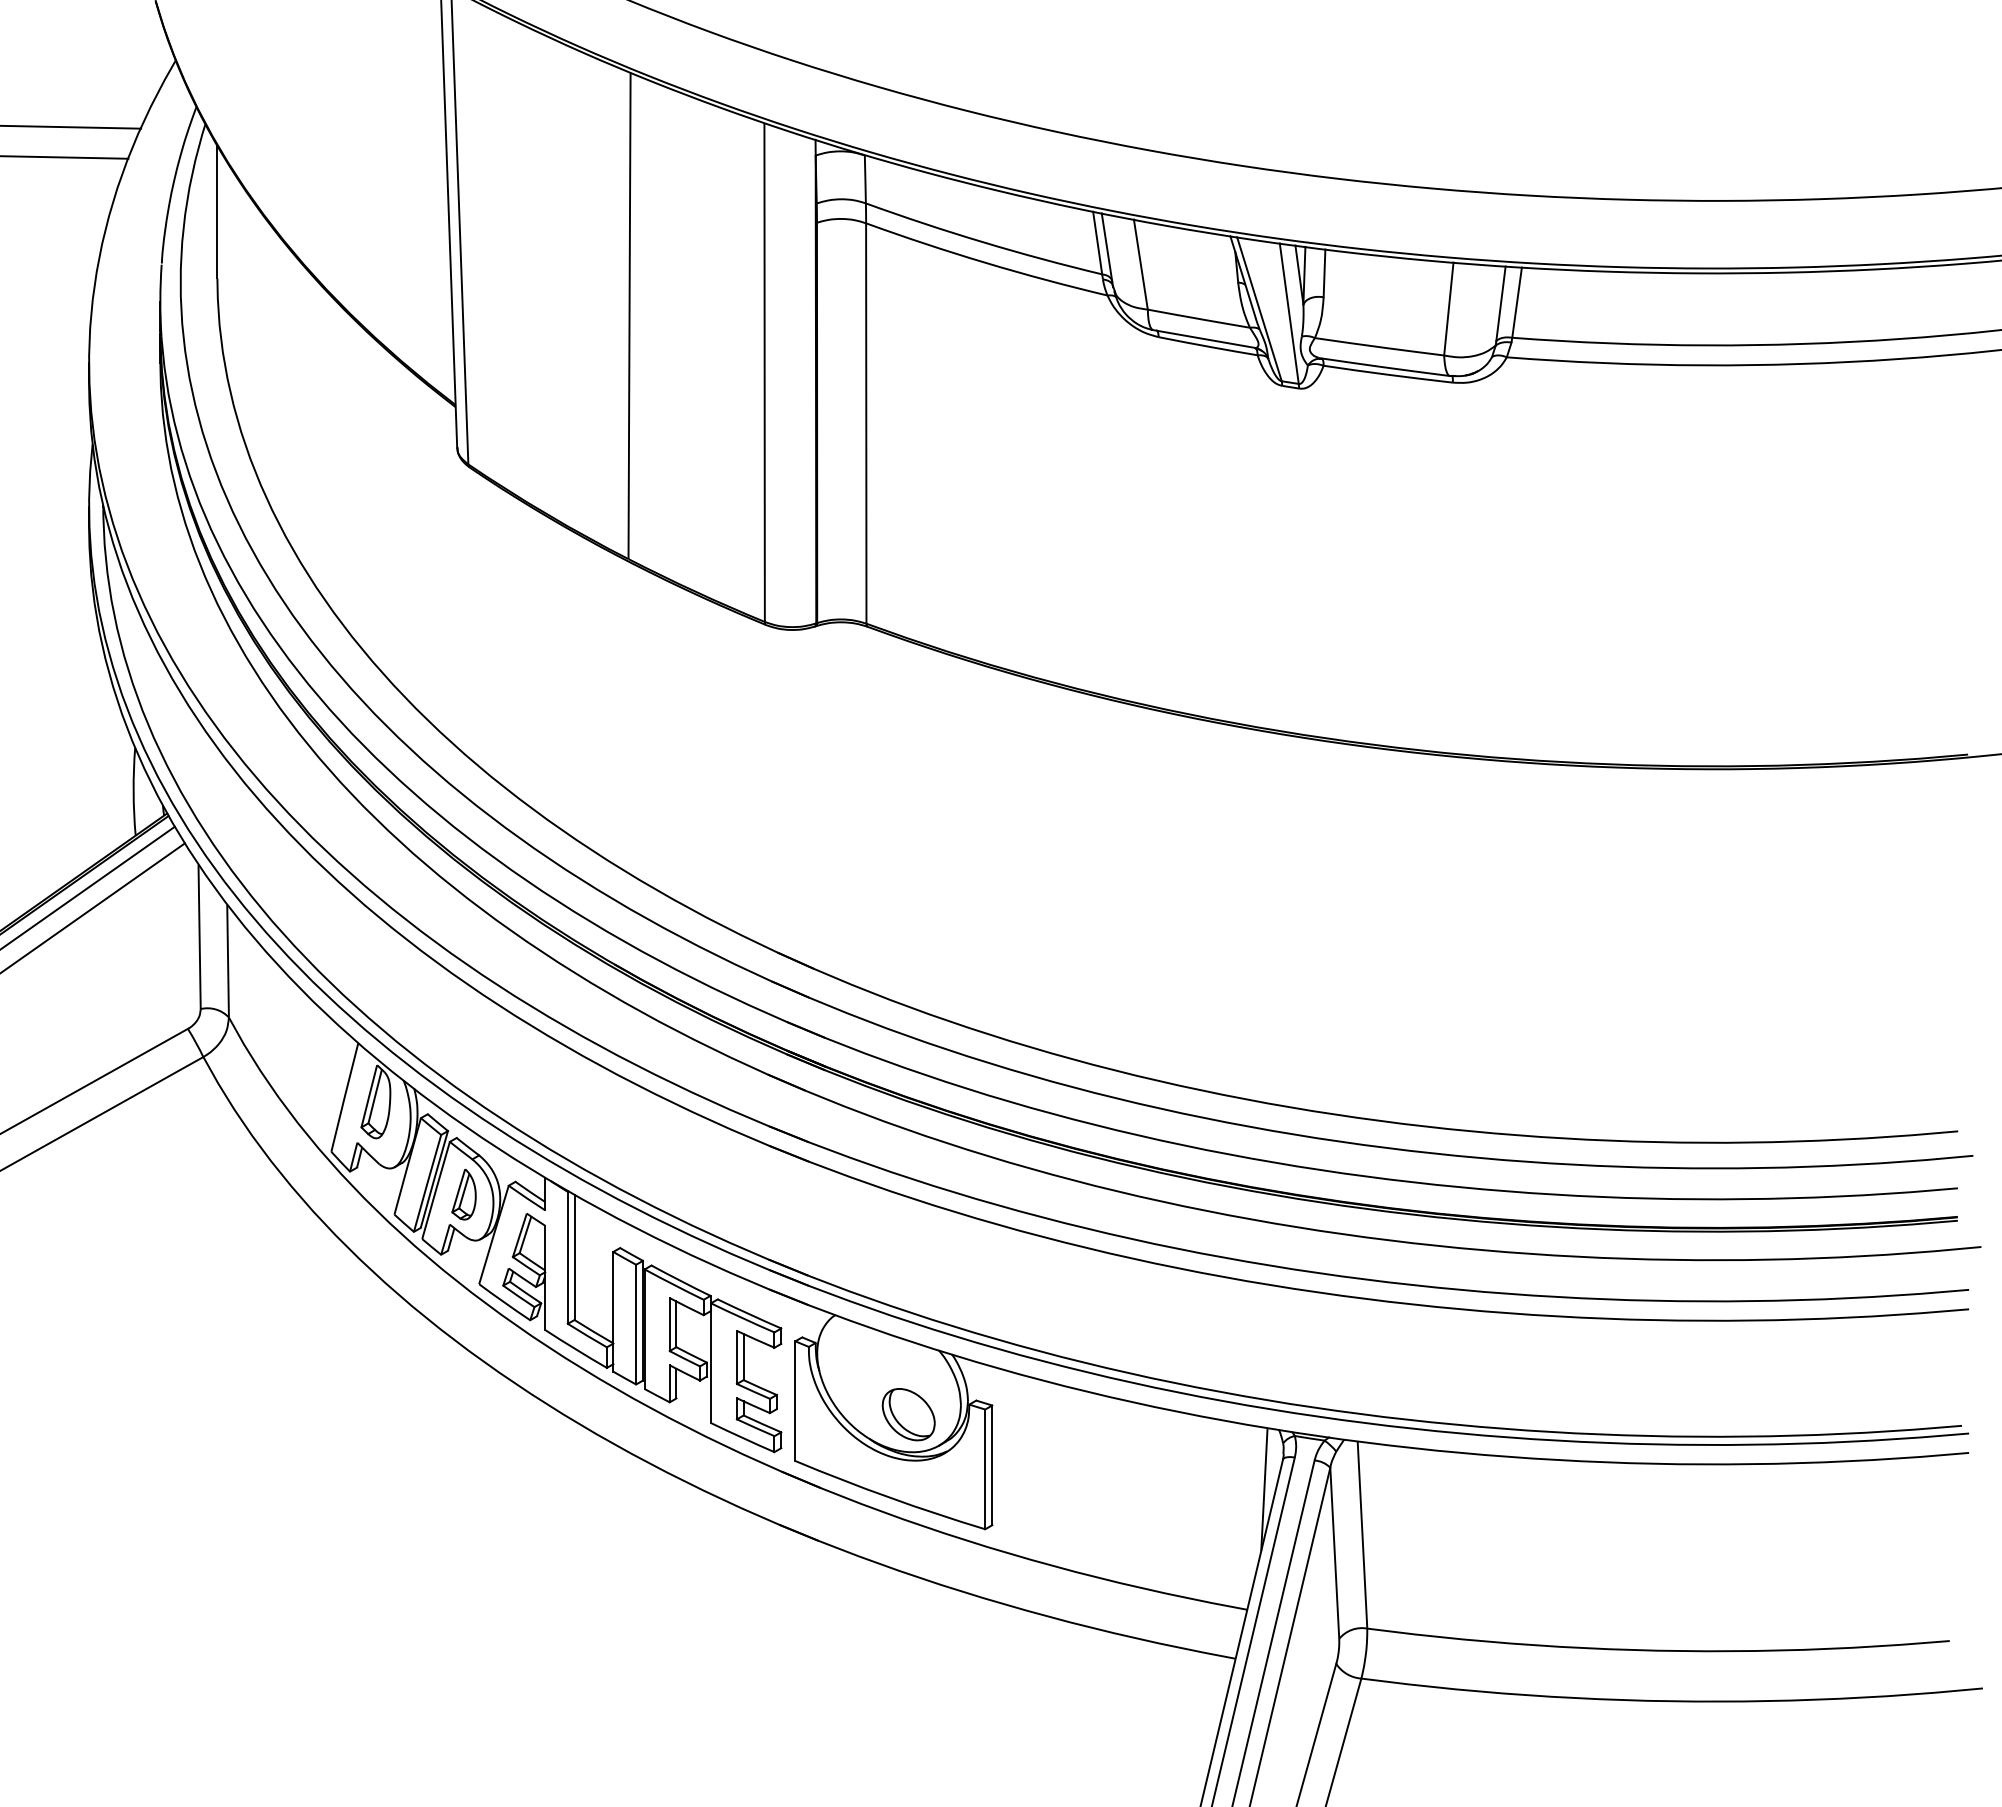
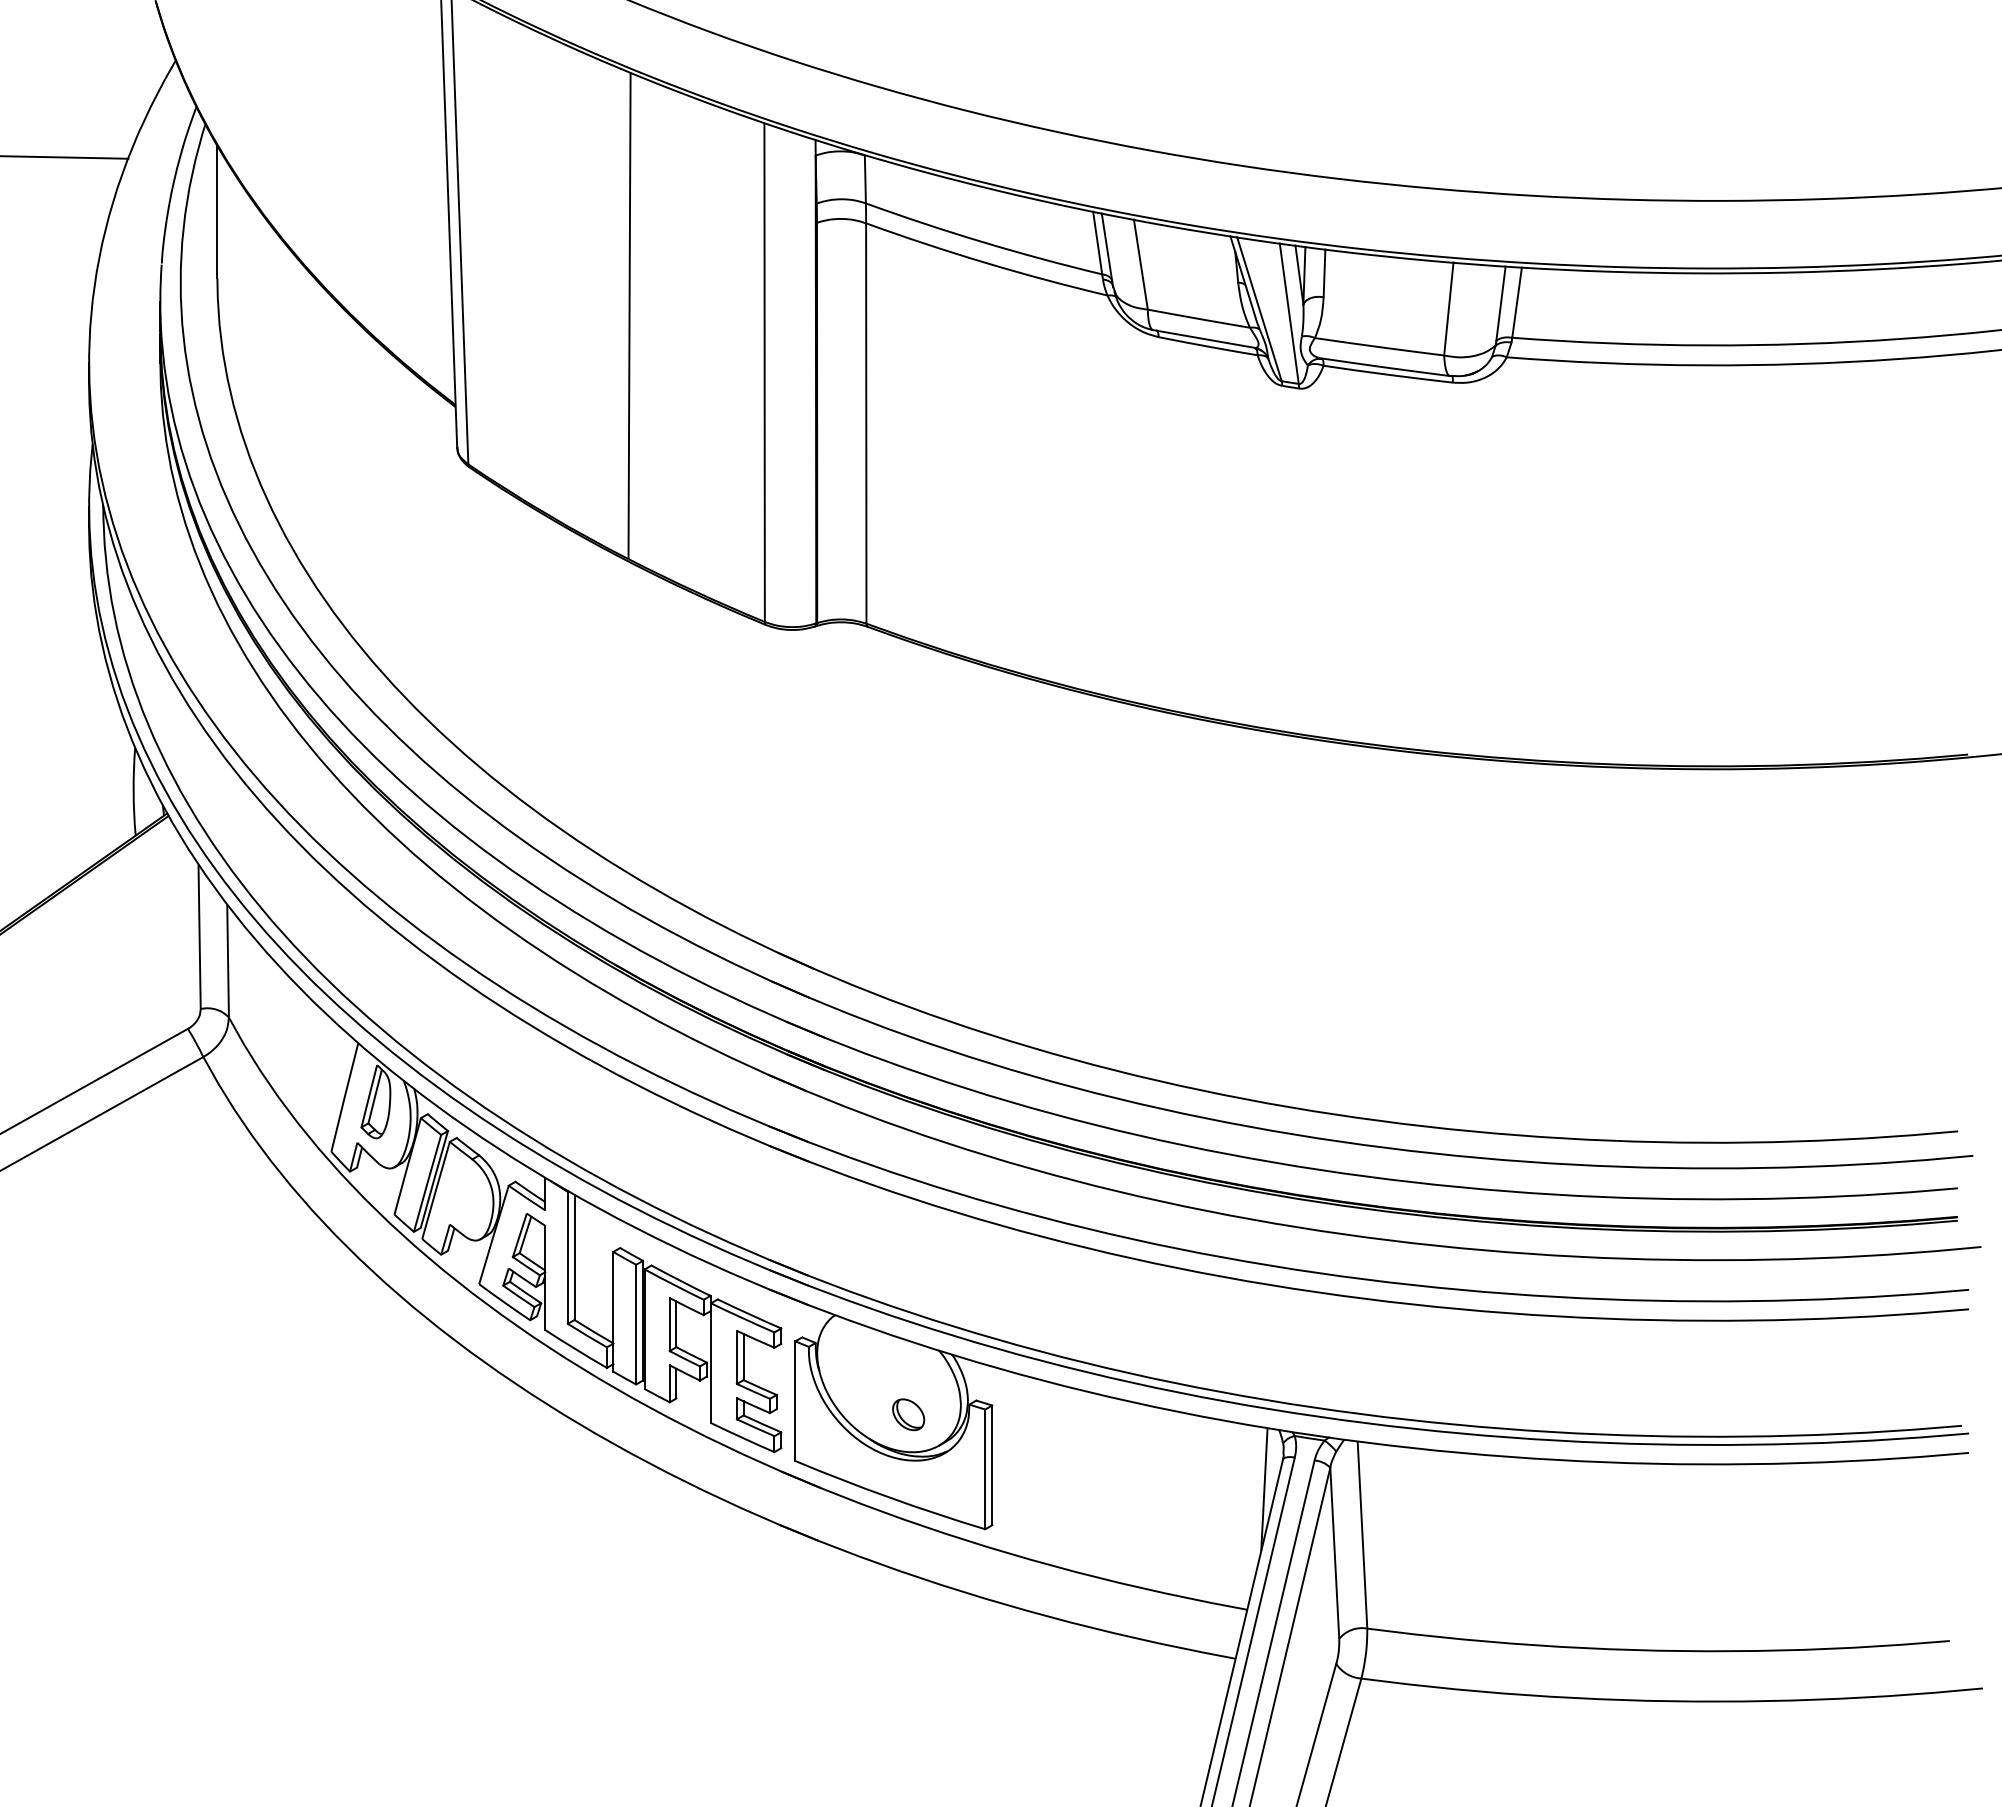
line at (71, 126): present -> none
line at (88, 887): present -> none
line at (93, 907): present -> none
part at (463, 1194): present -> none
part at (908, 1414) size: 55x54 px -> 34x34 px
